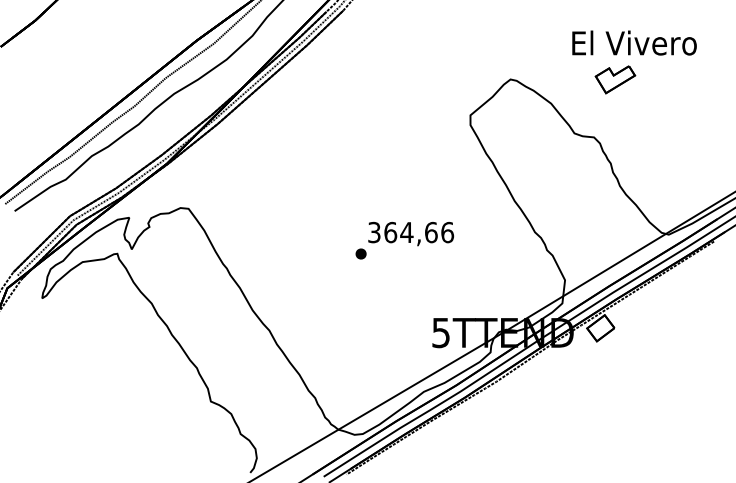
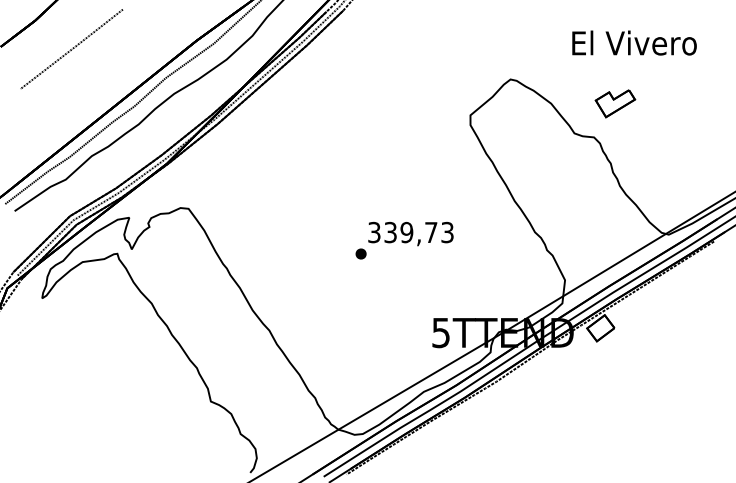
line at (71, 49): none -> present
part at (615, 79) position: (615, 79) -> (615, 103)
text at (419, 232): 364,66 -> 339,73
